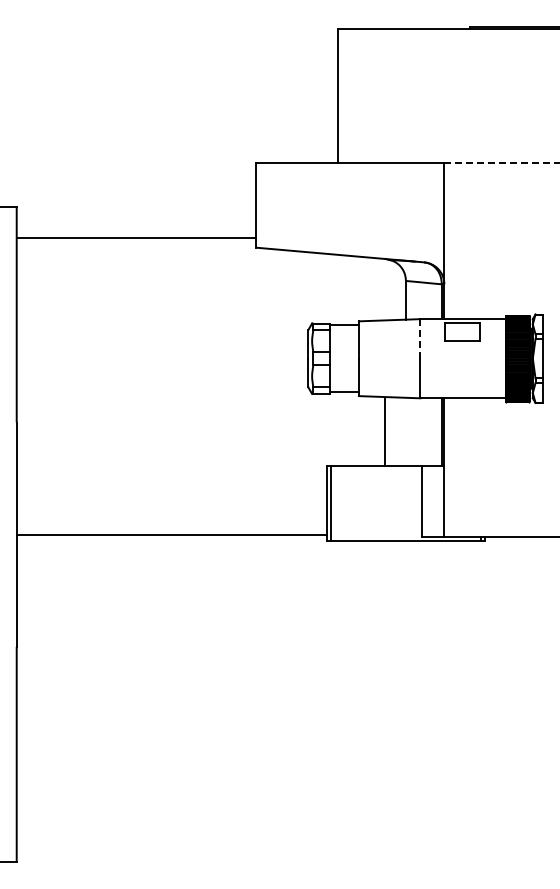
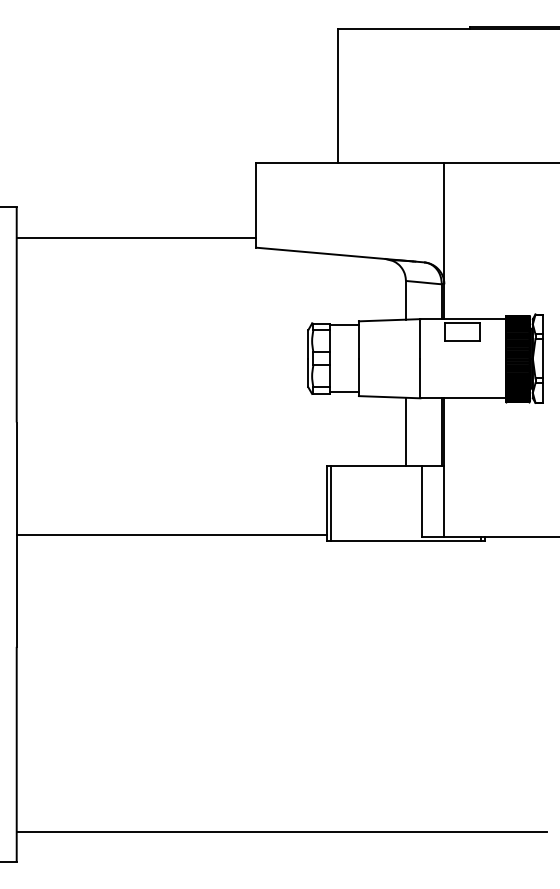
line at (502, 163): dashed -> solid
line at (420, 338): dashed -> solid
line at (384, 431) position: (384, 431) -> (405, 431)
line at (281, 831): none -> present
